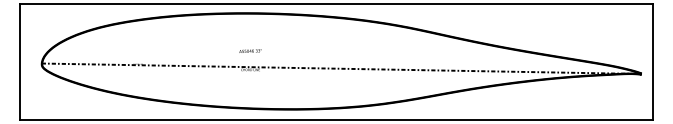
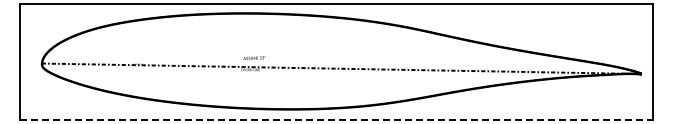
text at (250, 50) position: (250, 50) -> (254, 57)
line at (336, 120): solid -> dashed
